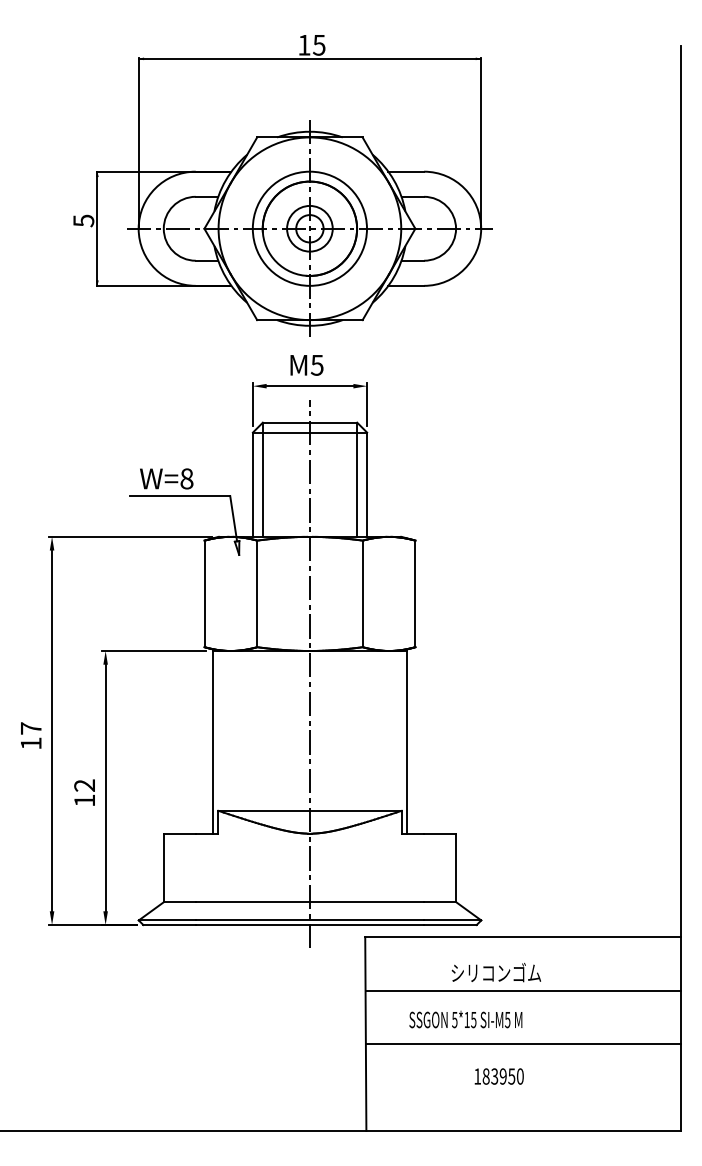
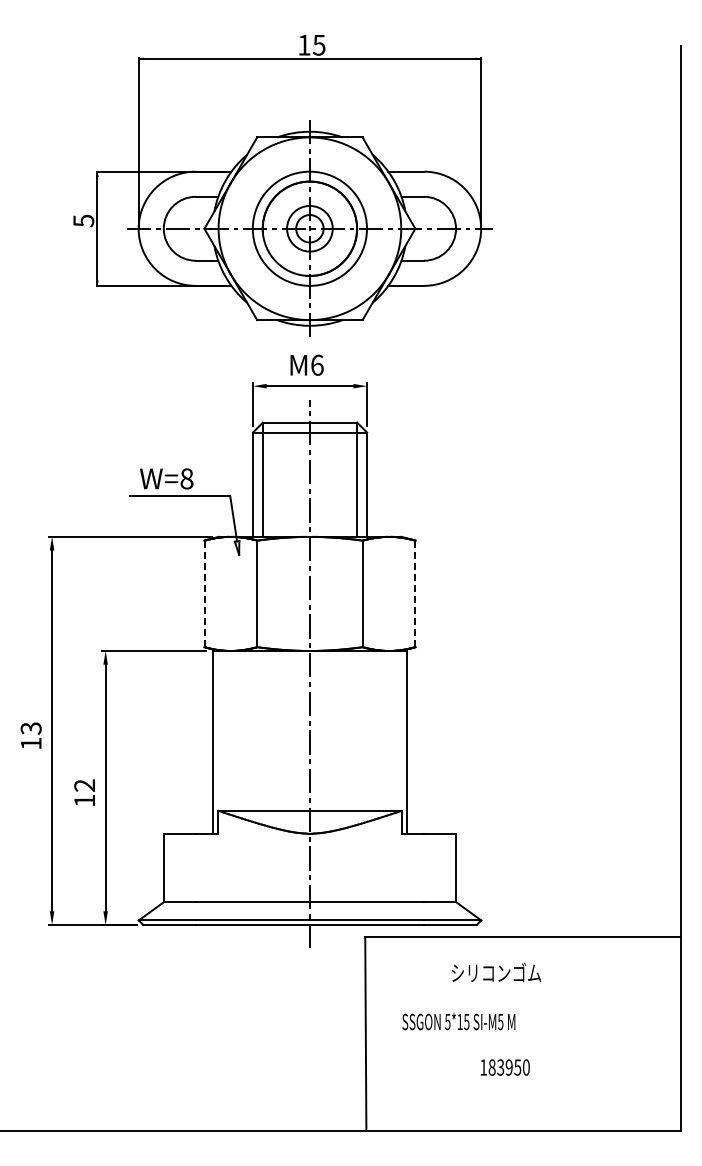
text at (316, 364): M5 -> M6
line at (204, 593): solid -> dashed
line at (415, 593): solid -> dashed
text at (30, 728): 17 -> 13
line at (523, 990): present -> none
text at (465, 1019) position: (465, 1019) -> (458, 1021)
line at (523, 1043): present -> none
text at (498, 1076) position: (498, 1076) -> (504, 1067)
